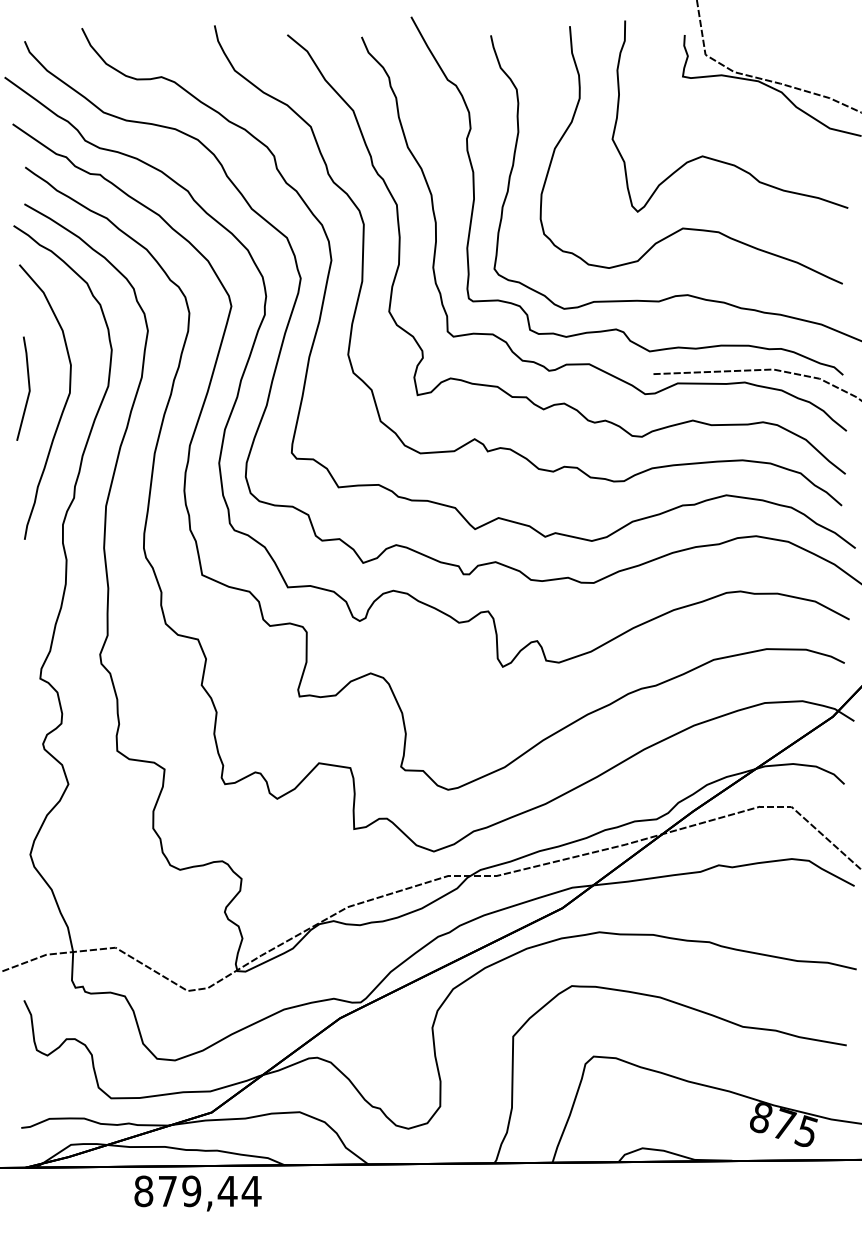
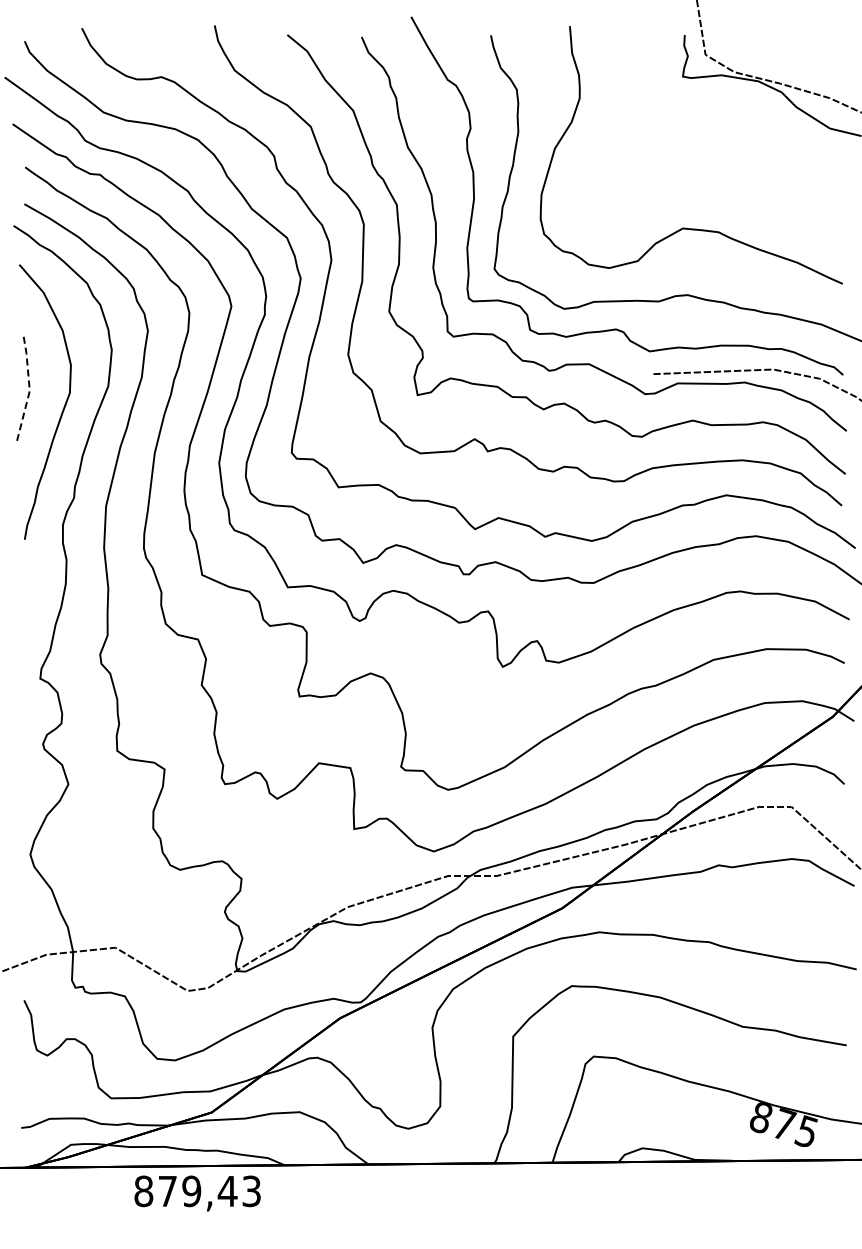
curve at (714, 158): present -> none
line at (29, 388): solid -> dashed
text at (251, 1191): 879,44 -> 879,43
